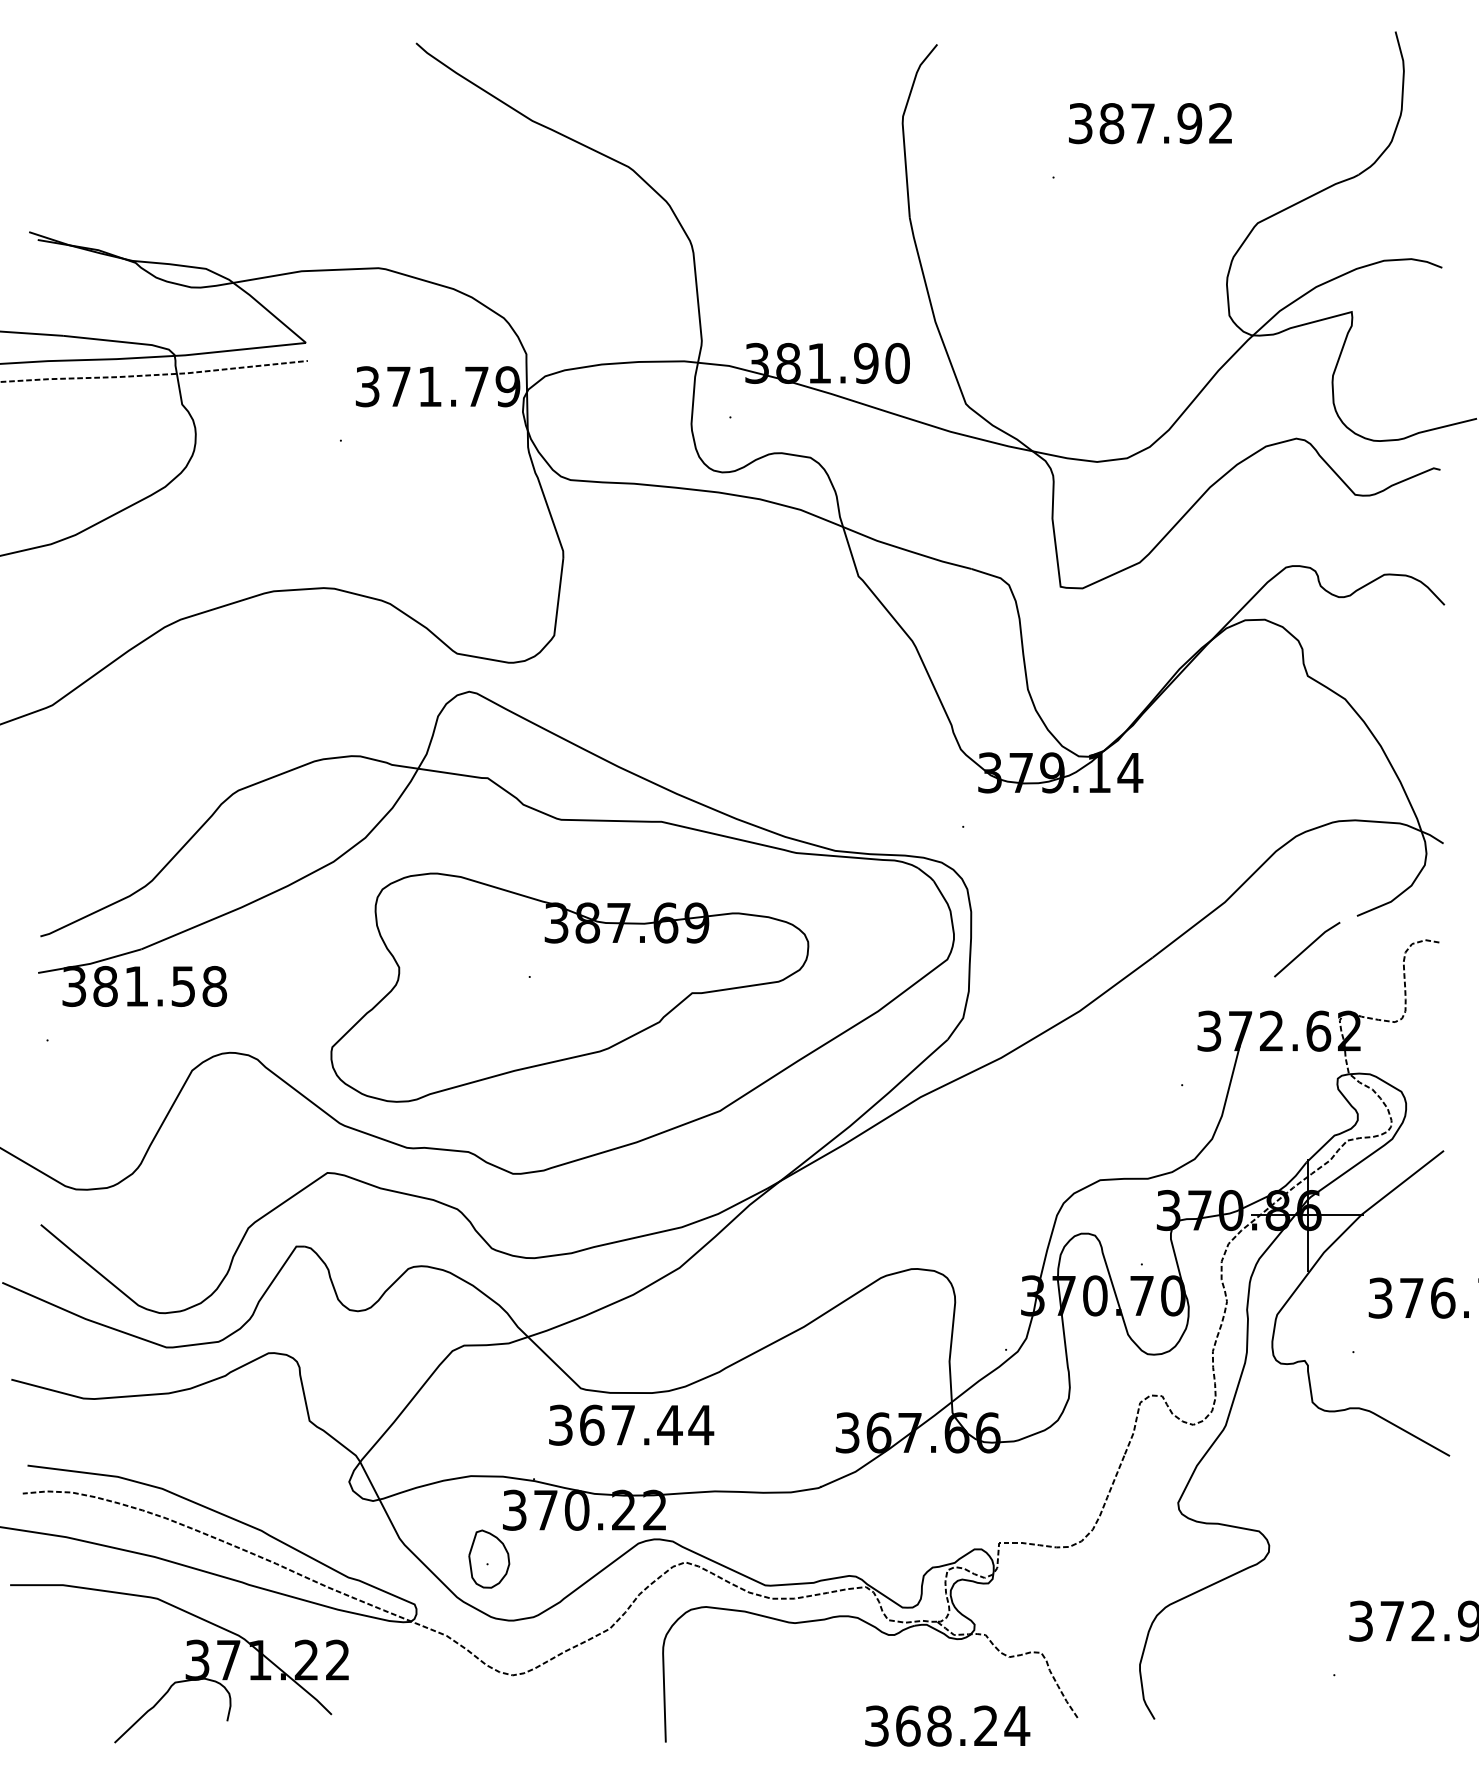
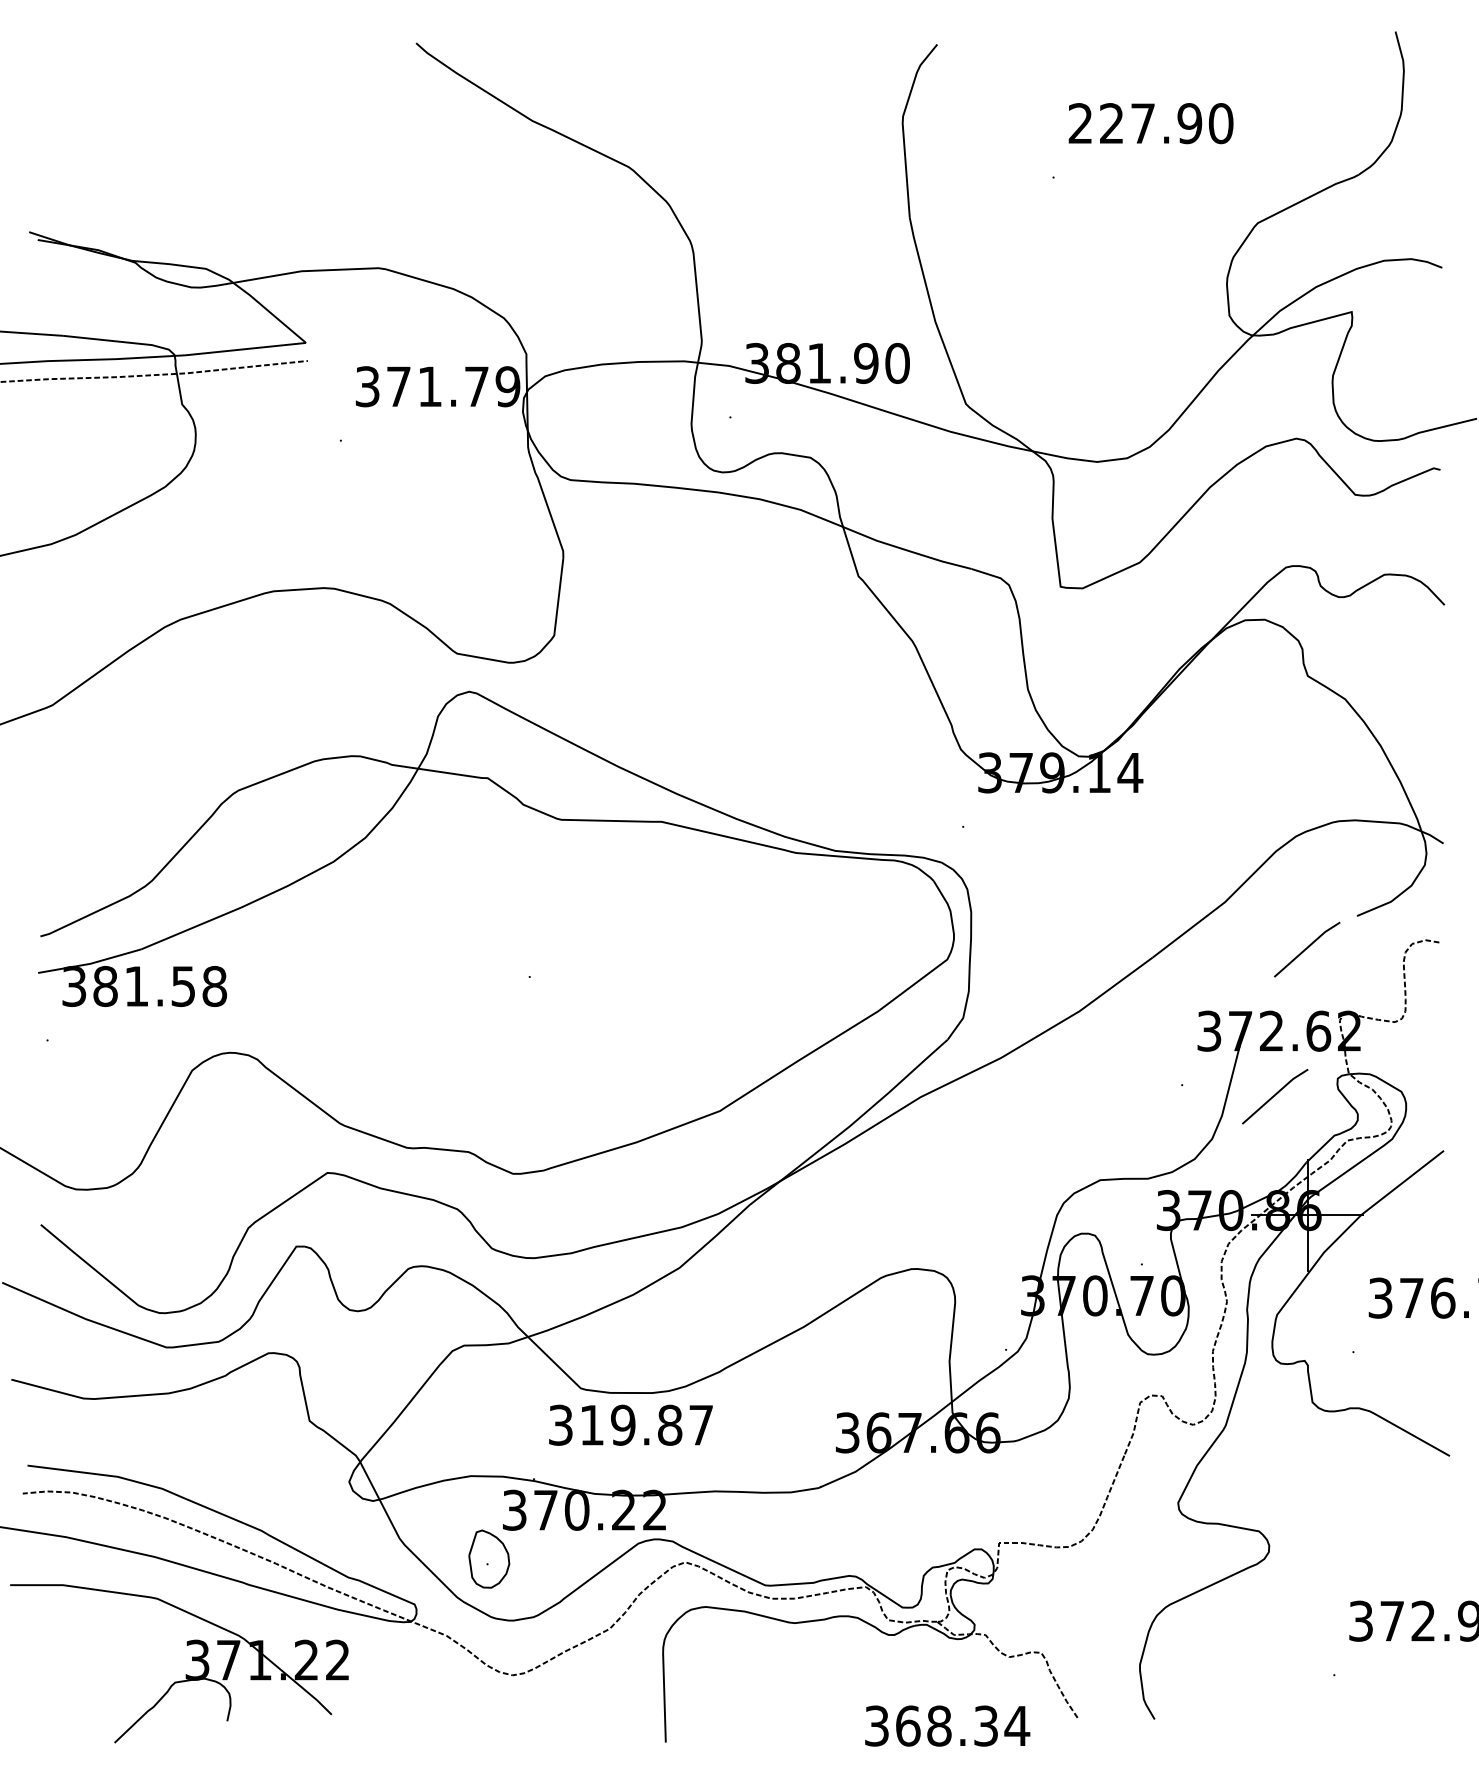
text at (1150, 123): 387.92 -> 227.90
part at (569, 987): present -> none
line at (1275, 1095): none -> present
text at (647, 1424): 367.44 -> 319.87
text at (985, 1725): 368.24 -> 368.34
